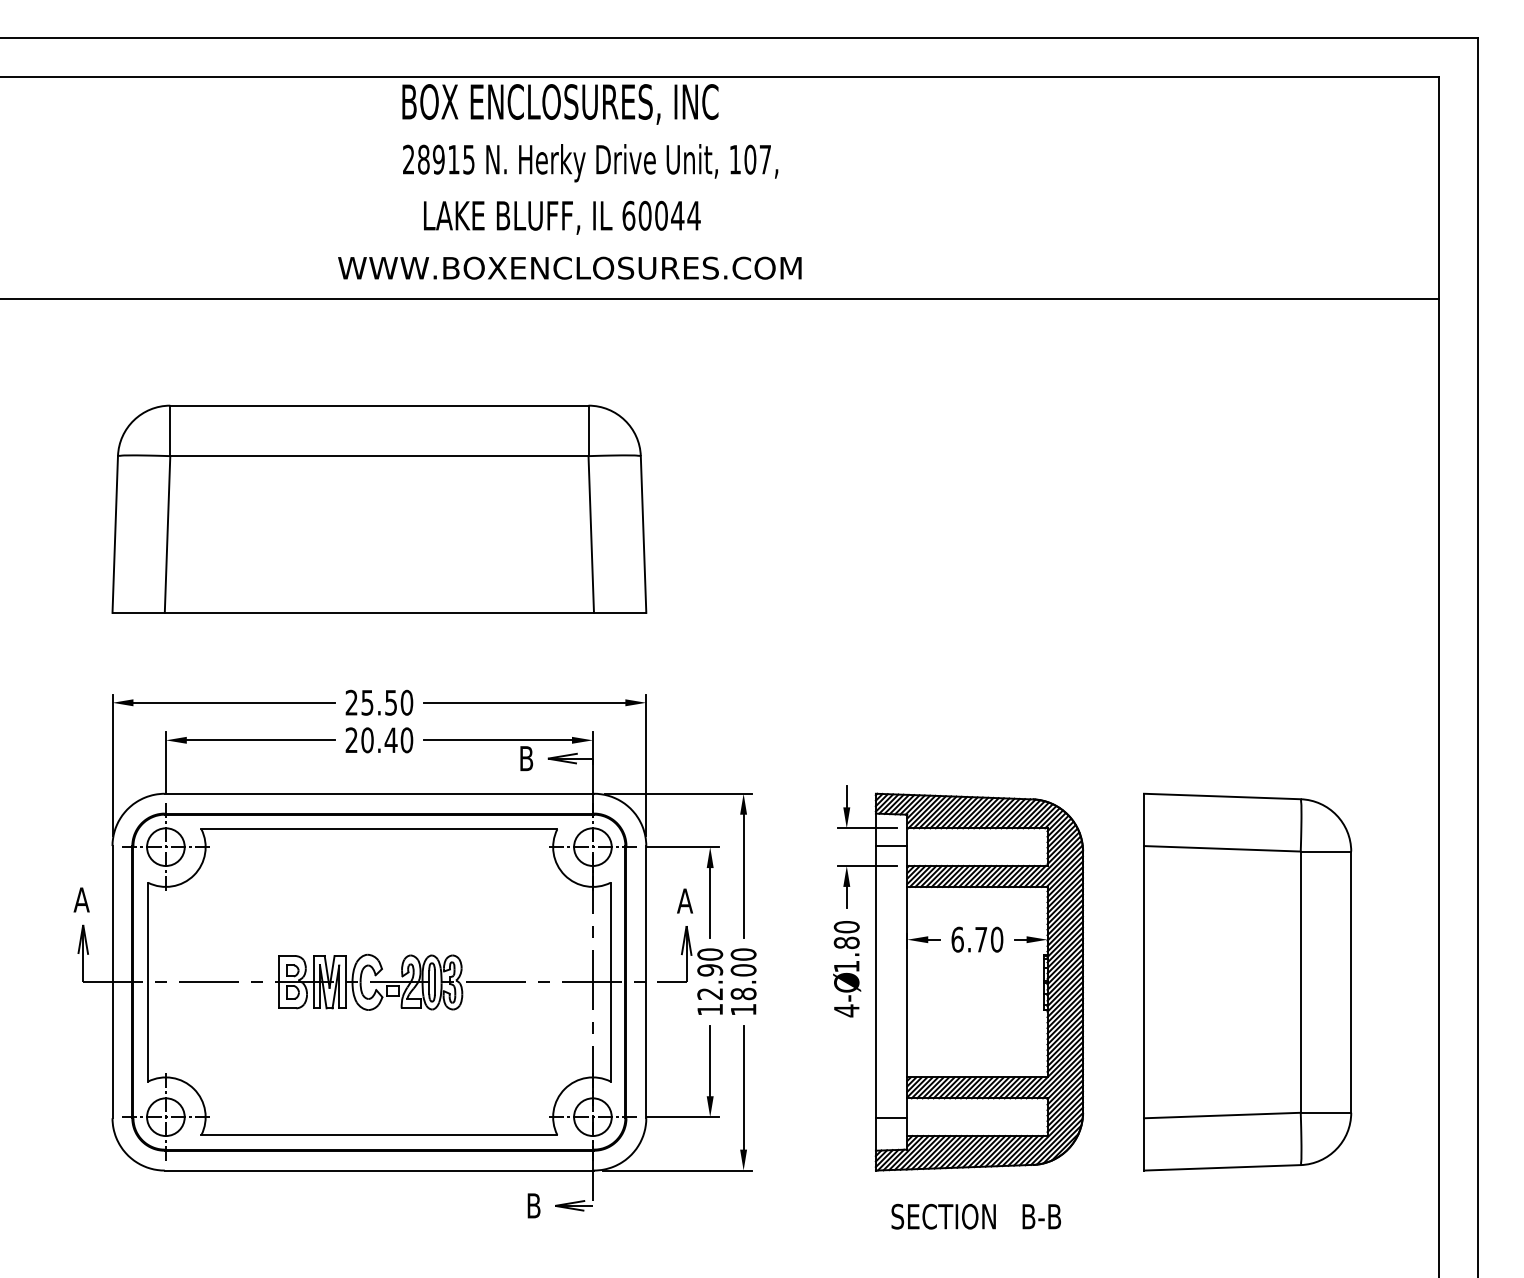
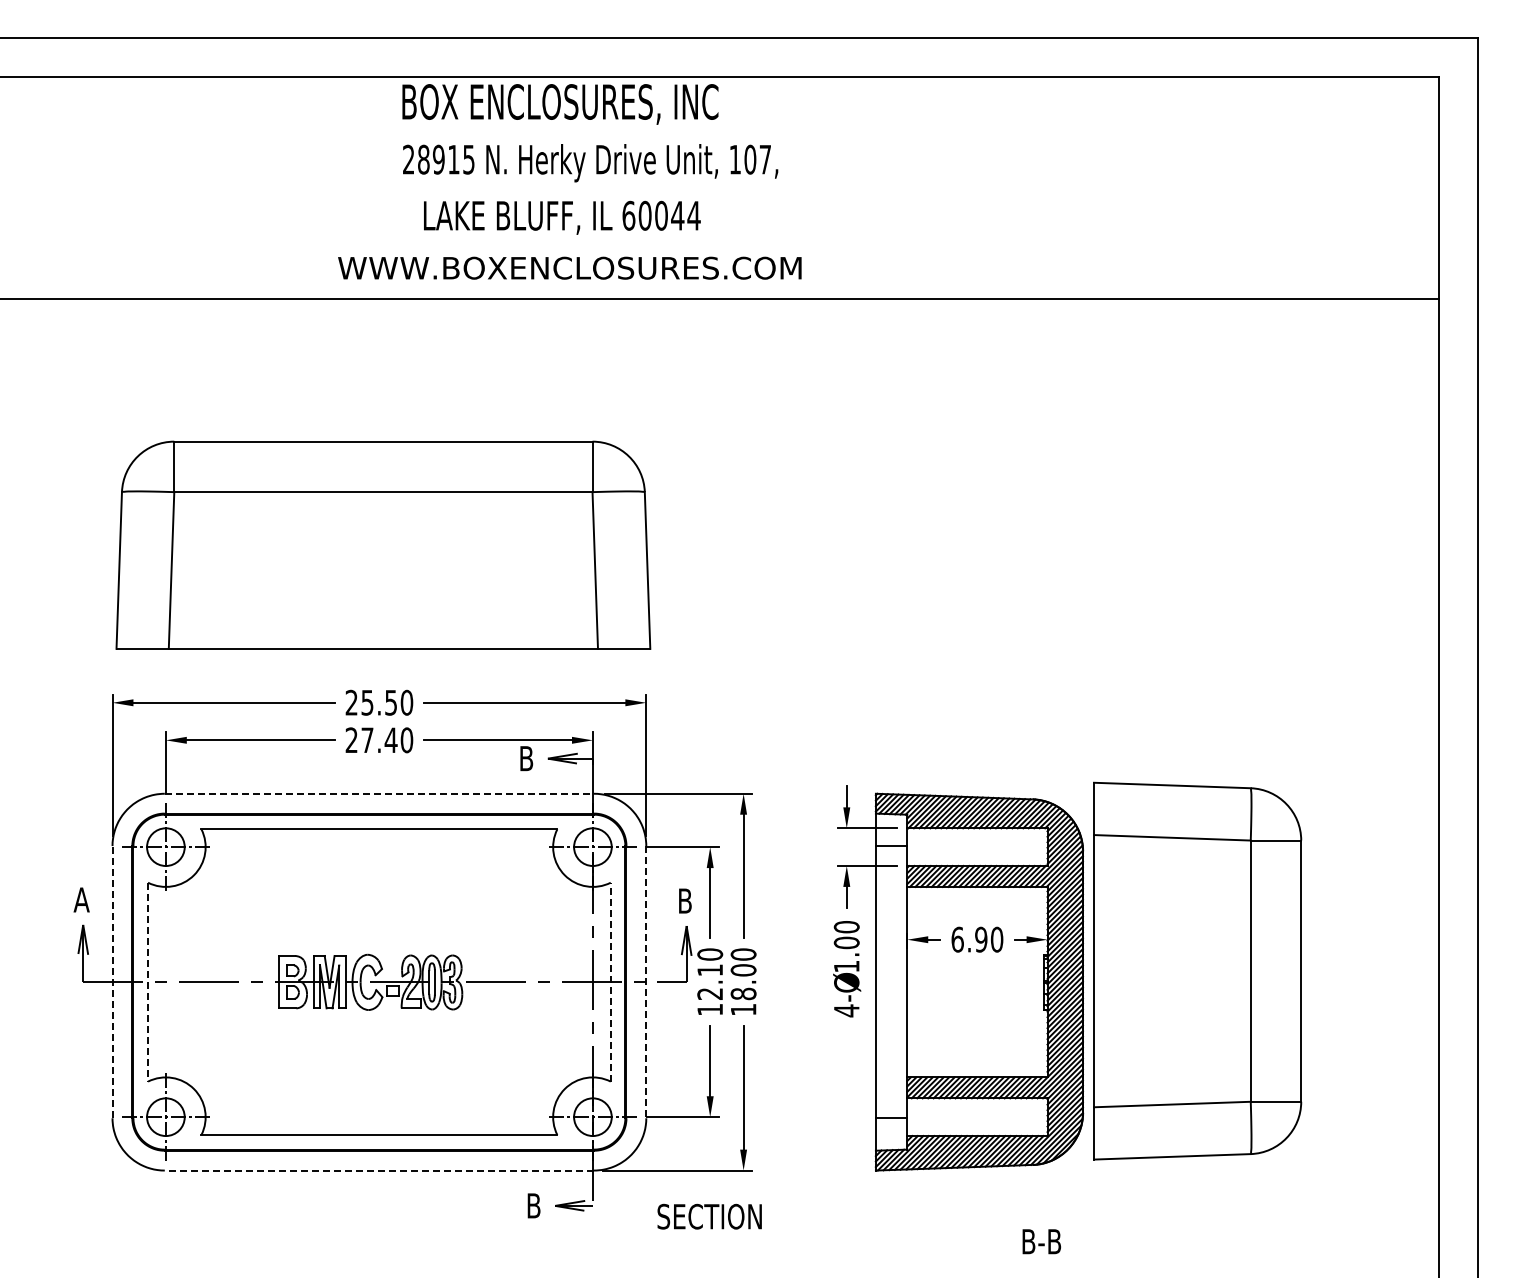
part at (379, 508) position: (379, 508) -> (383, 544)
text at (367, 740): 20.40 -> 27.40
line at (379, 793): solid -> dashed
text at (685, 900): A -> B
text at (981, 939): 6.70 -> 6.90
text at (846, 942): 1.80 -> 1.00
text at (710, 970): 12.90 -> 12.10
line at (112, 981): solid -> dashed
line at (610, 981): solid -> dashed
part at (1247, 981) position: (1247, 981) -> (1197, 970)
line at (148, 982): solid -> dashed
line at (646, 982): solid -> dashed
line at (379, 1170): solid -> dashed
text at (943, 1216) position: (943, 1216) -> (709, 1216)
text at (1041, 1216) position: (1041, 1216) -> (1041, 1241)
